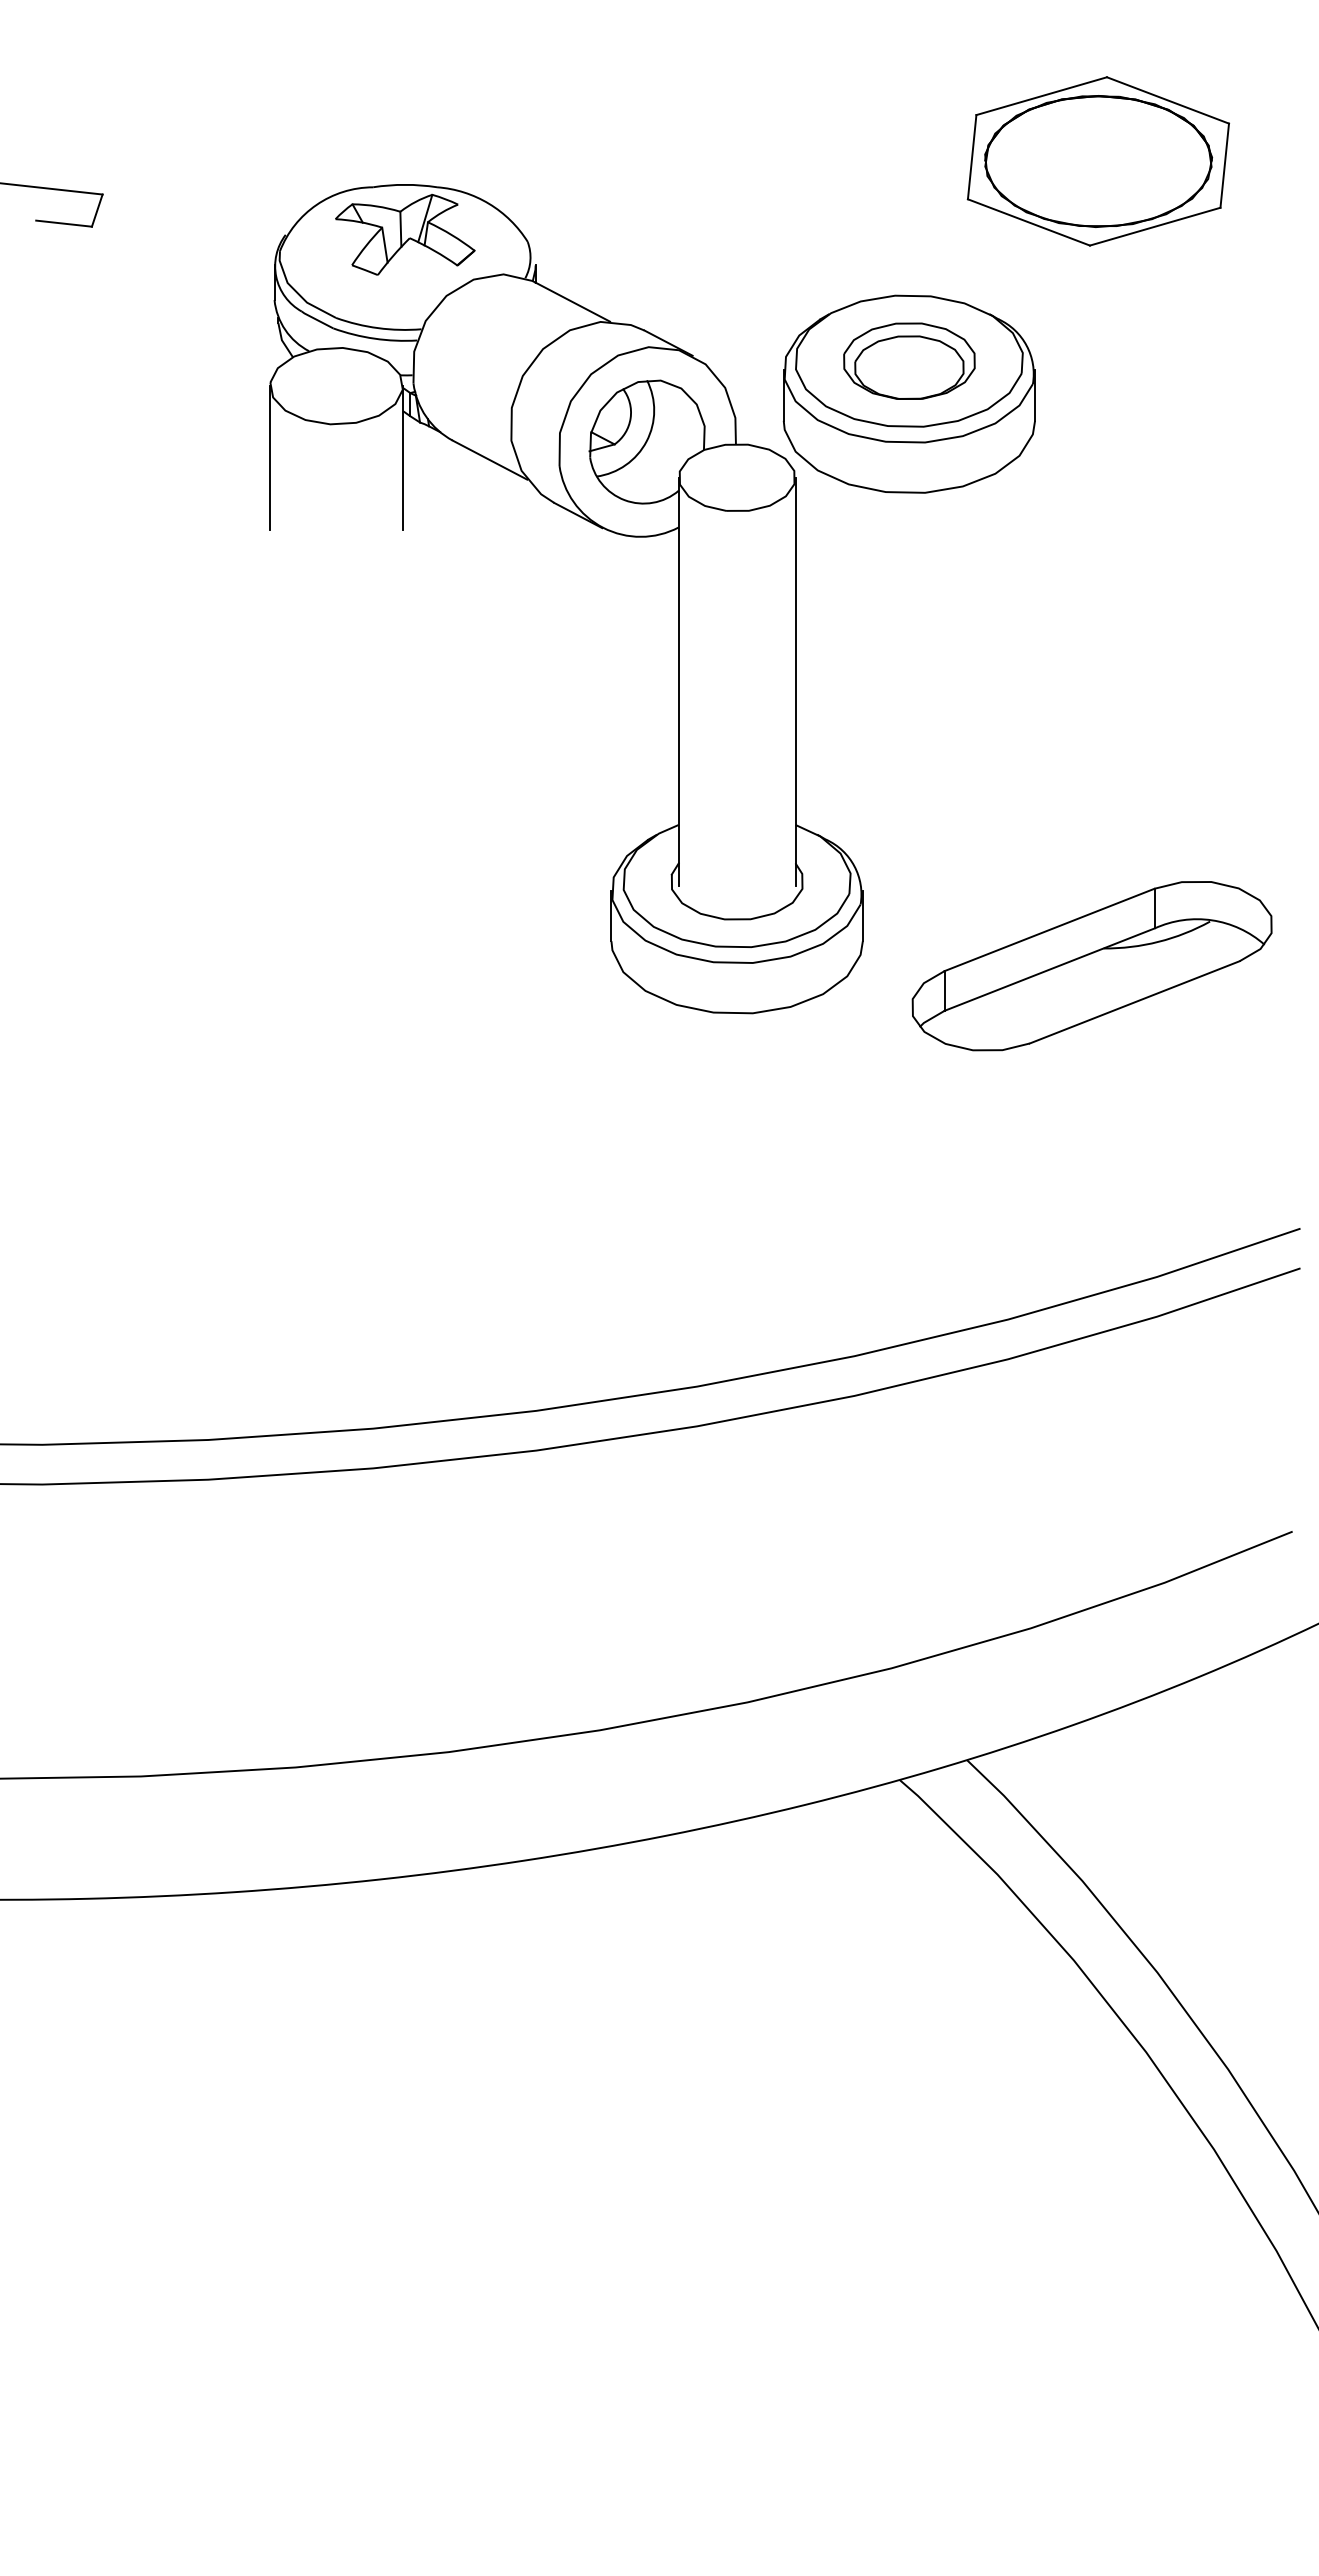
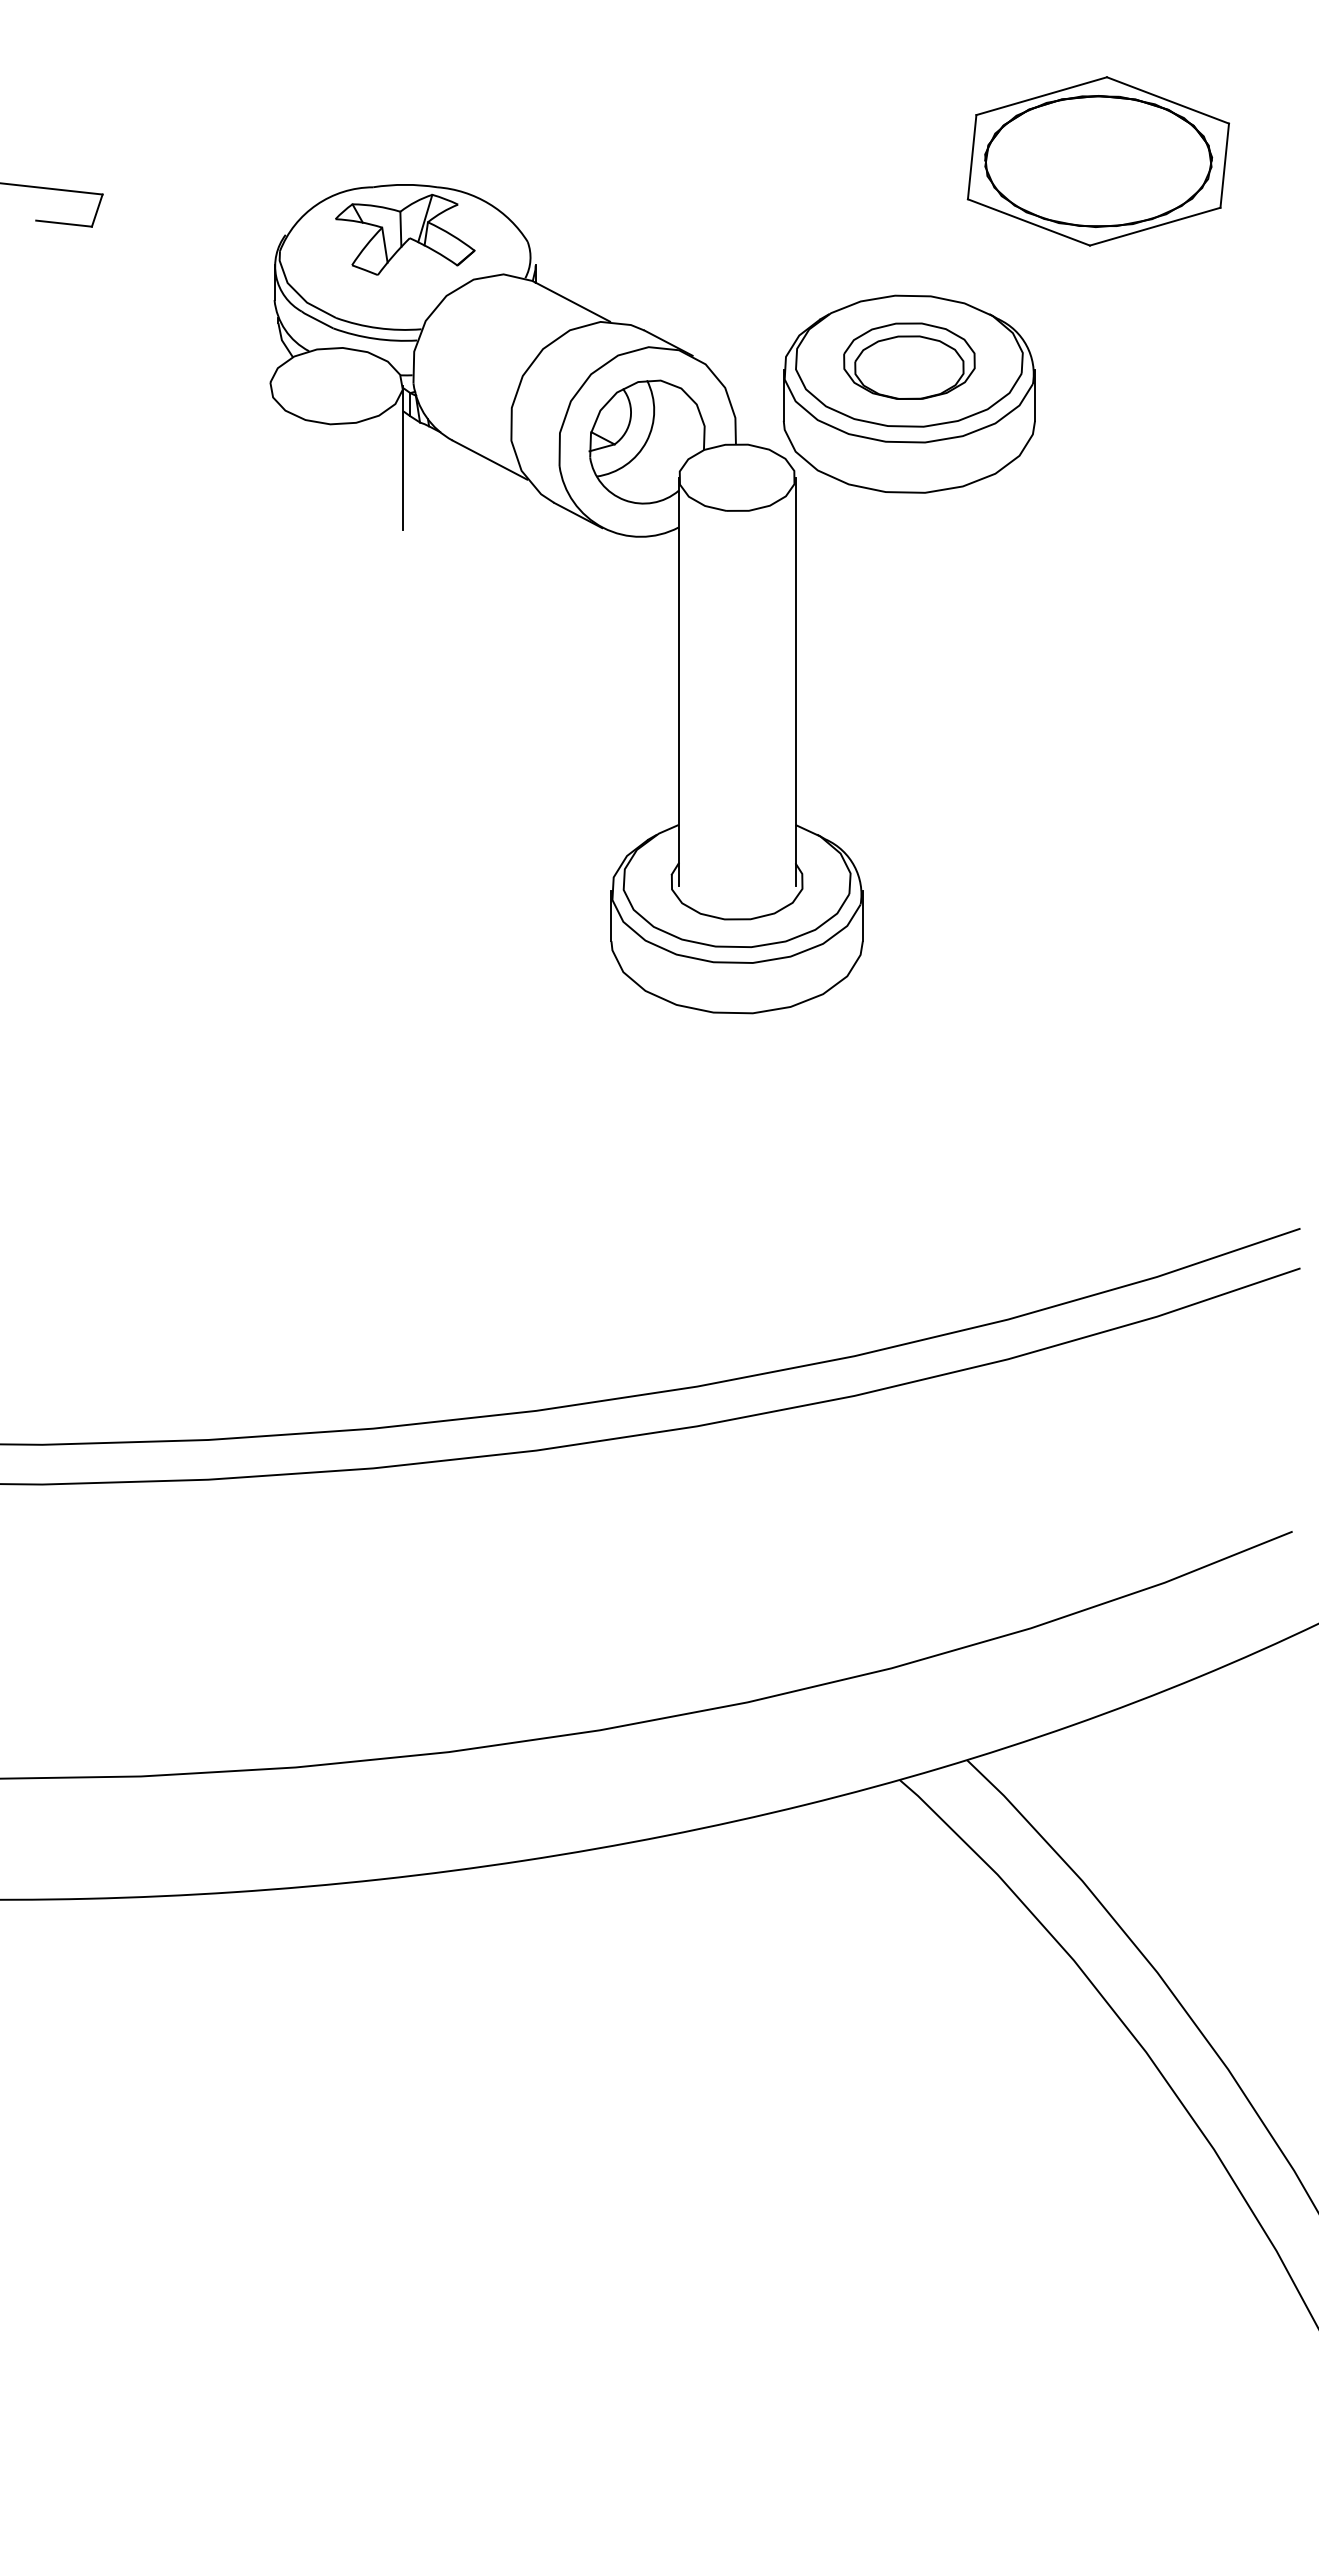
line at (270, 458): present -> none
part at (1091, 966): present -> none
